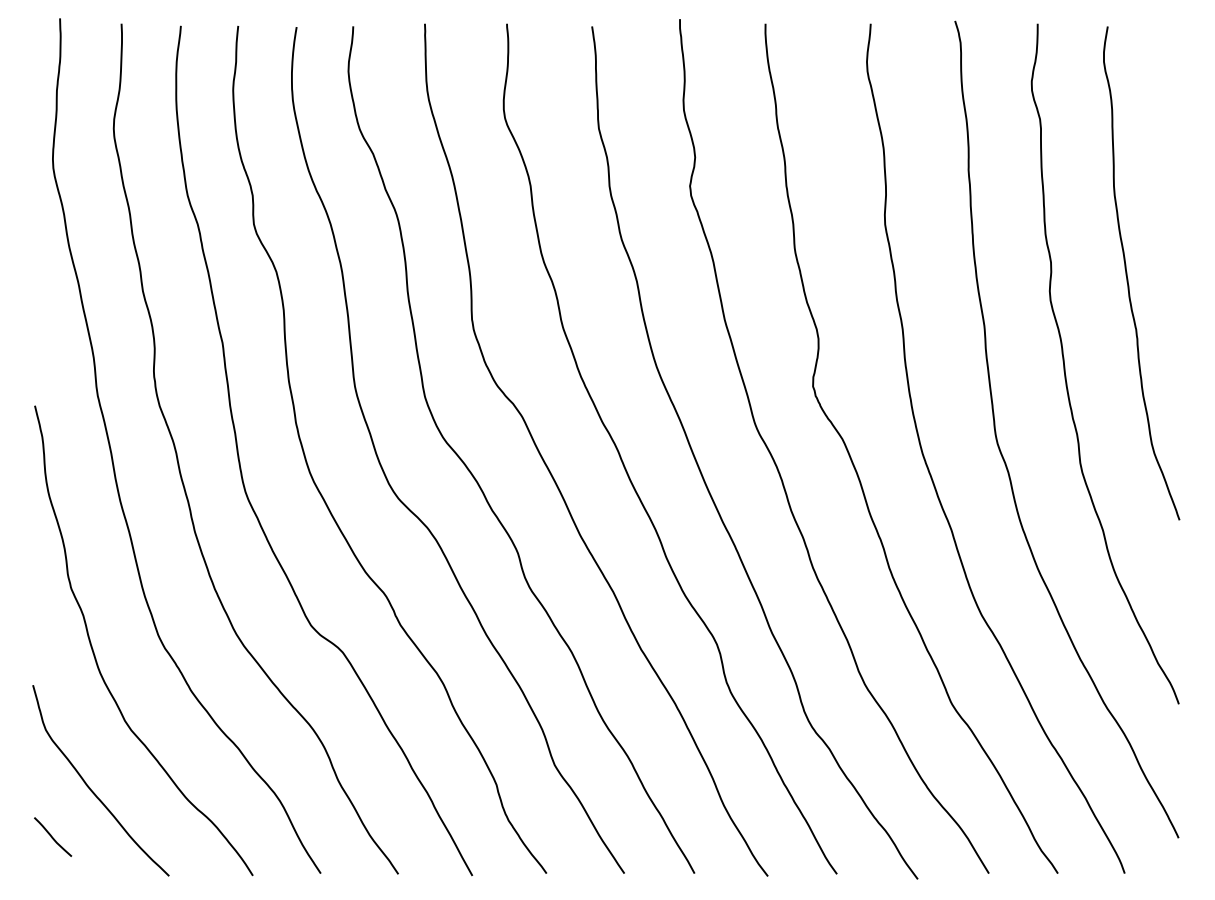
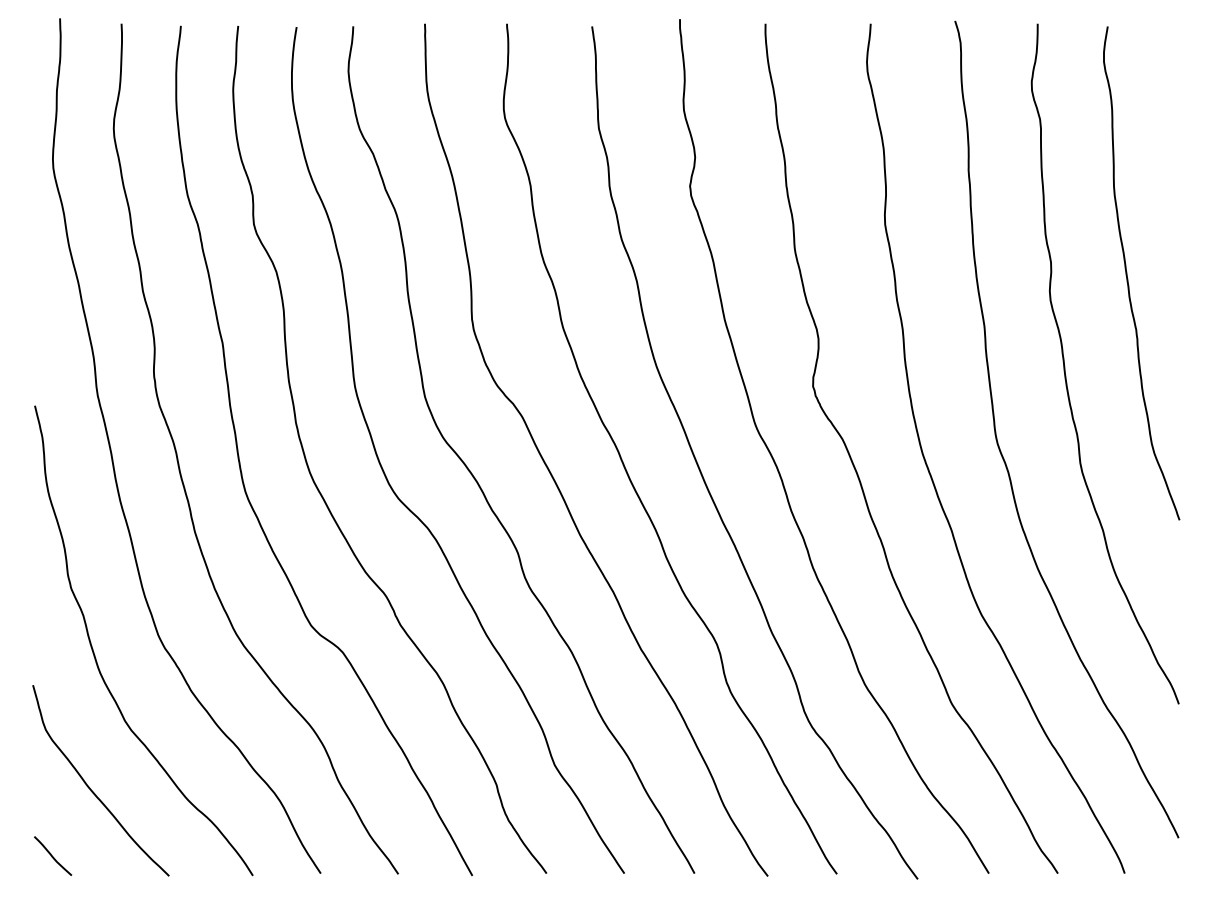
curve at (52, 836) position: (52, 836) -> (52, 855)
